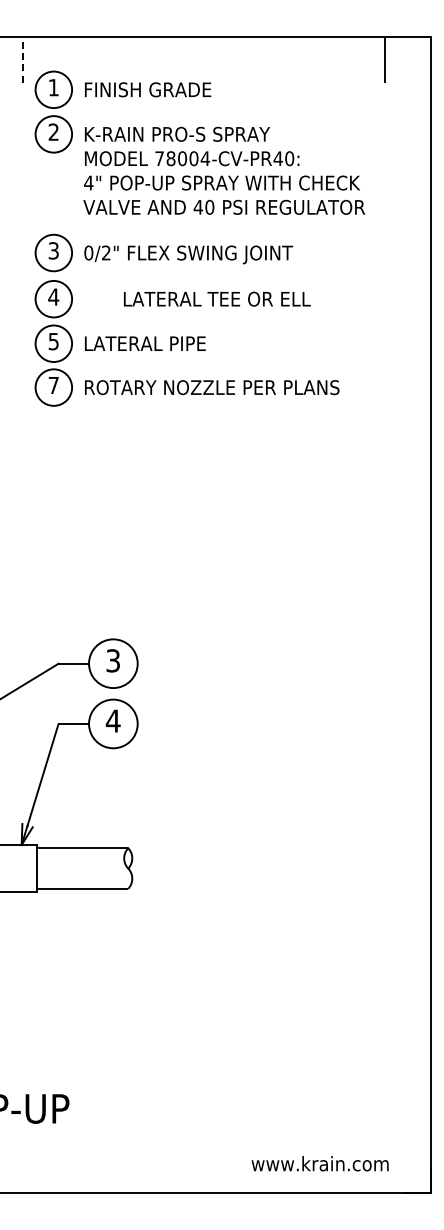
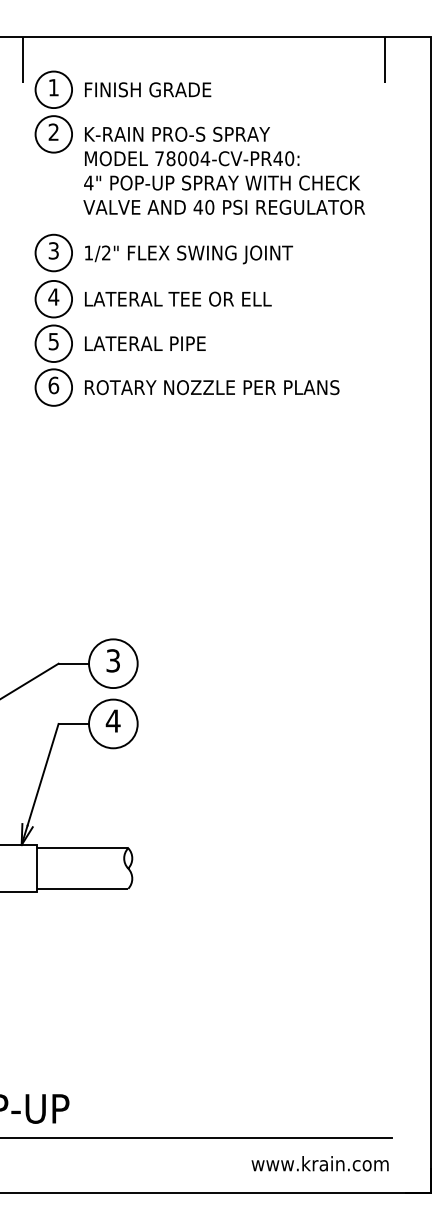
line at (23, 59): dashed -> solid
text at (88, 252): 0/2" -> 1/2"
text at (217, 298) position: (217, 298) -> (178, 298)
text at (53, 385): 7 -> 6
line at (196, 1137): none -> present
